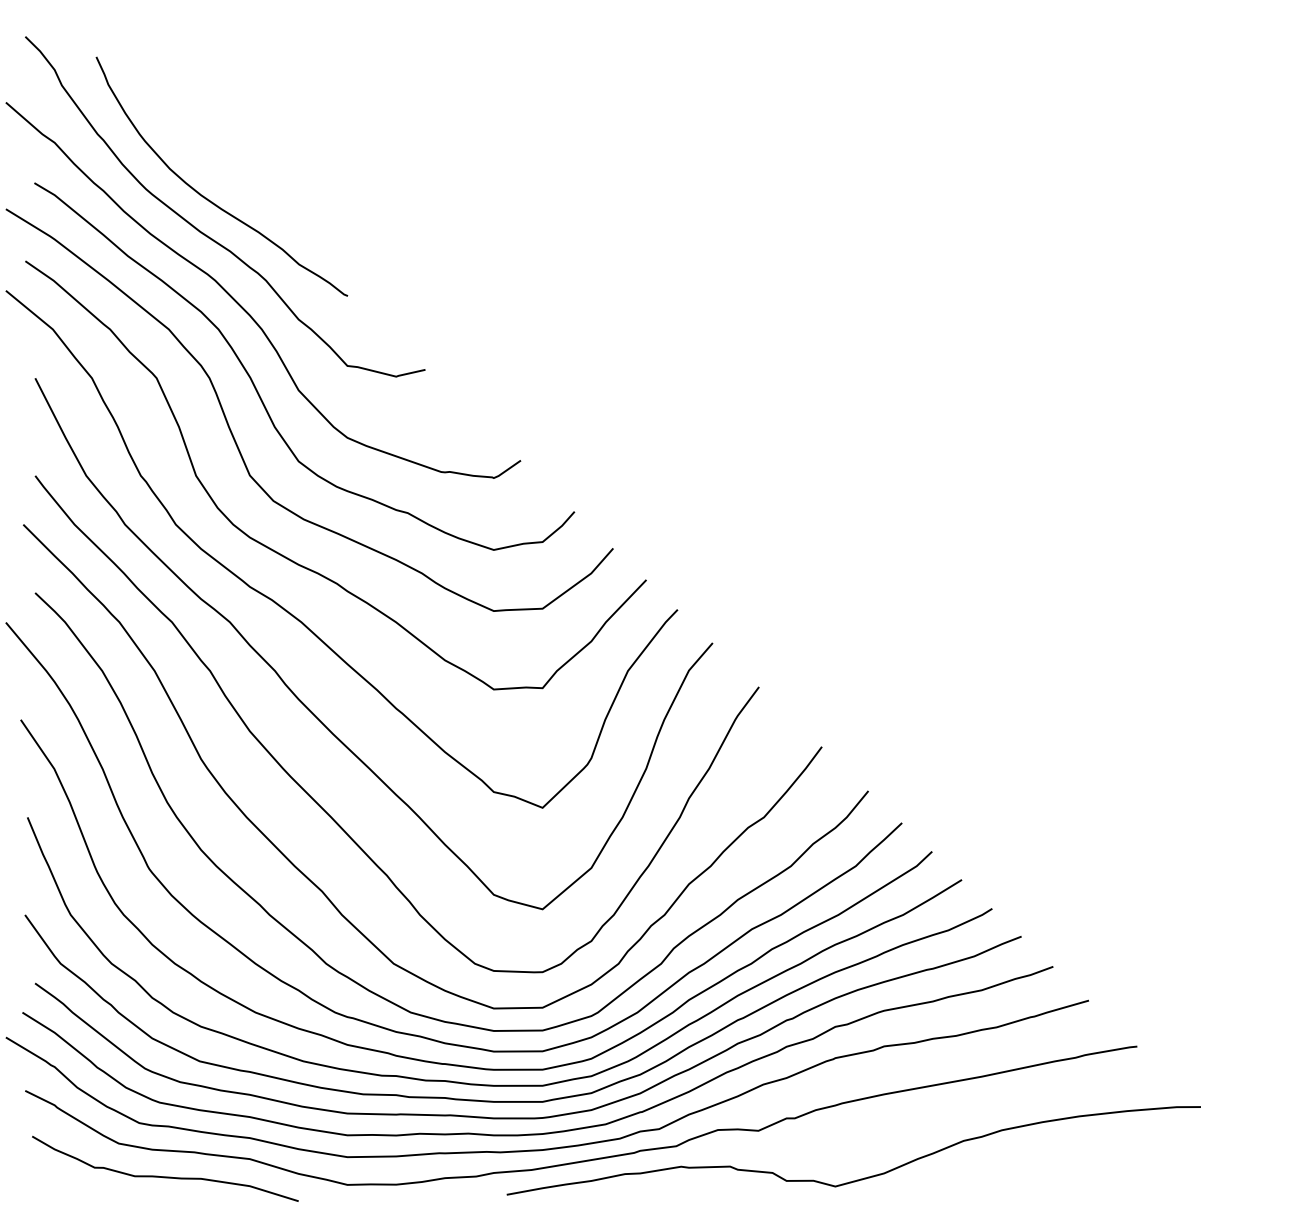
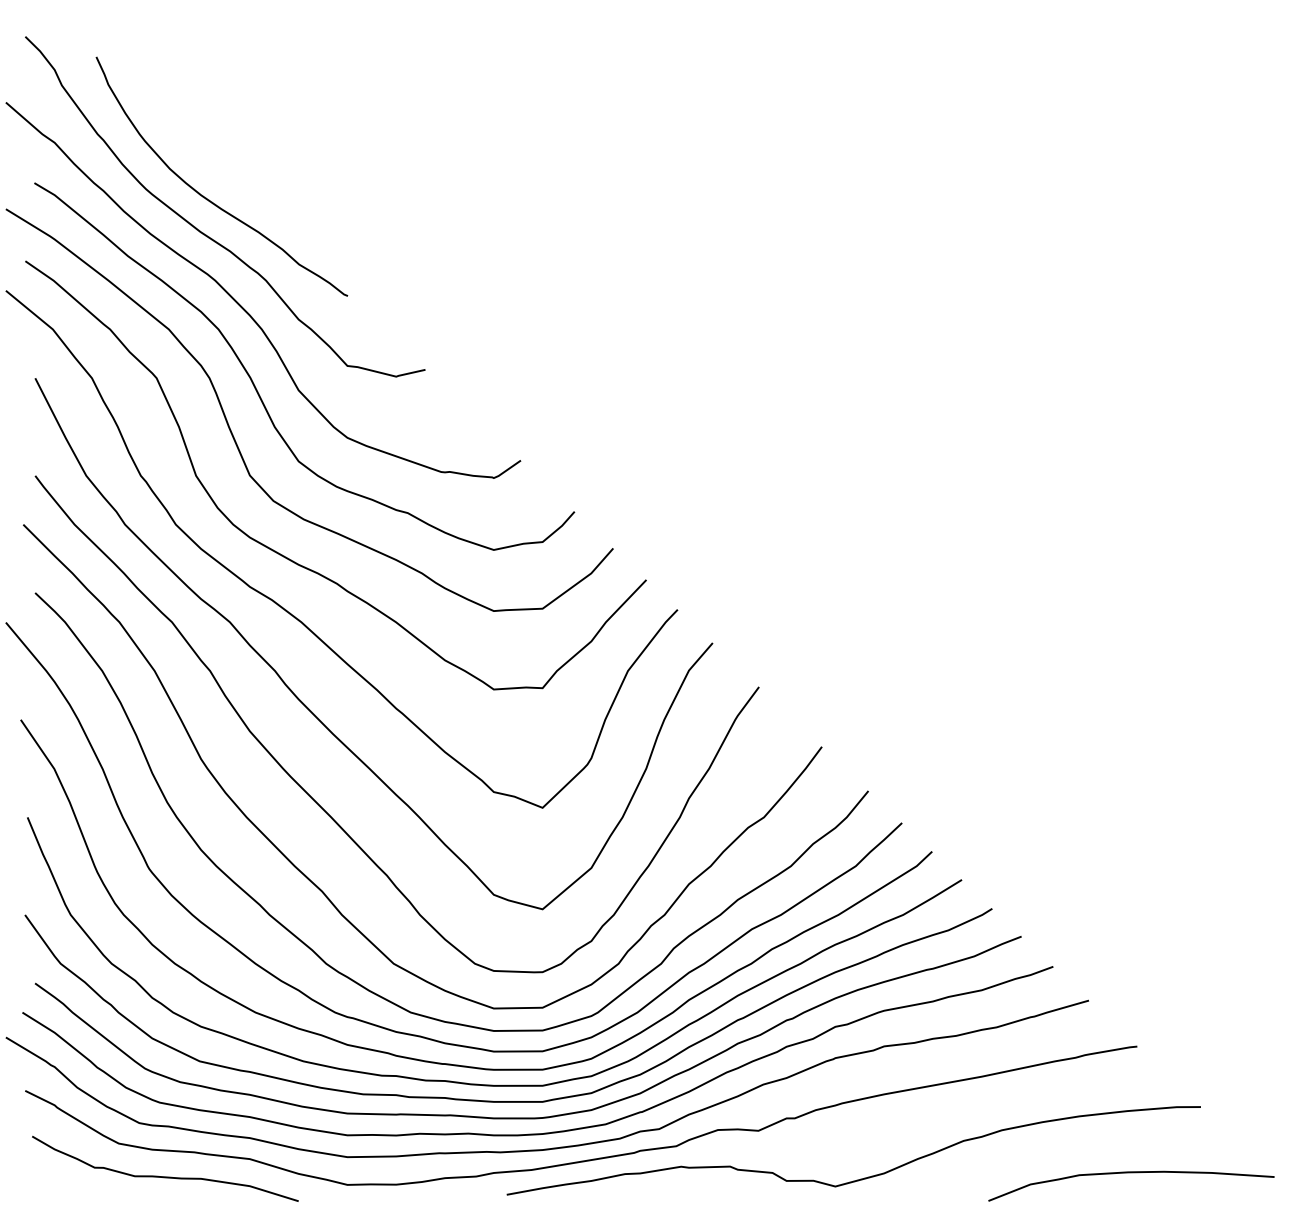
curve at (1131, 1173): none -> present
